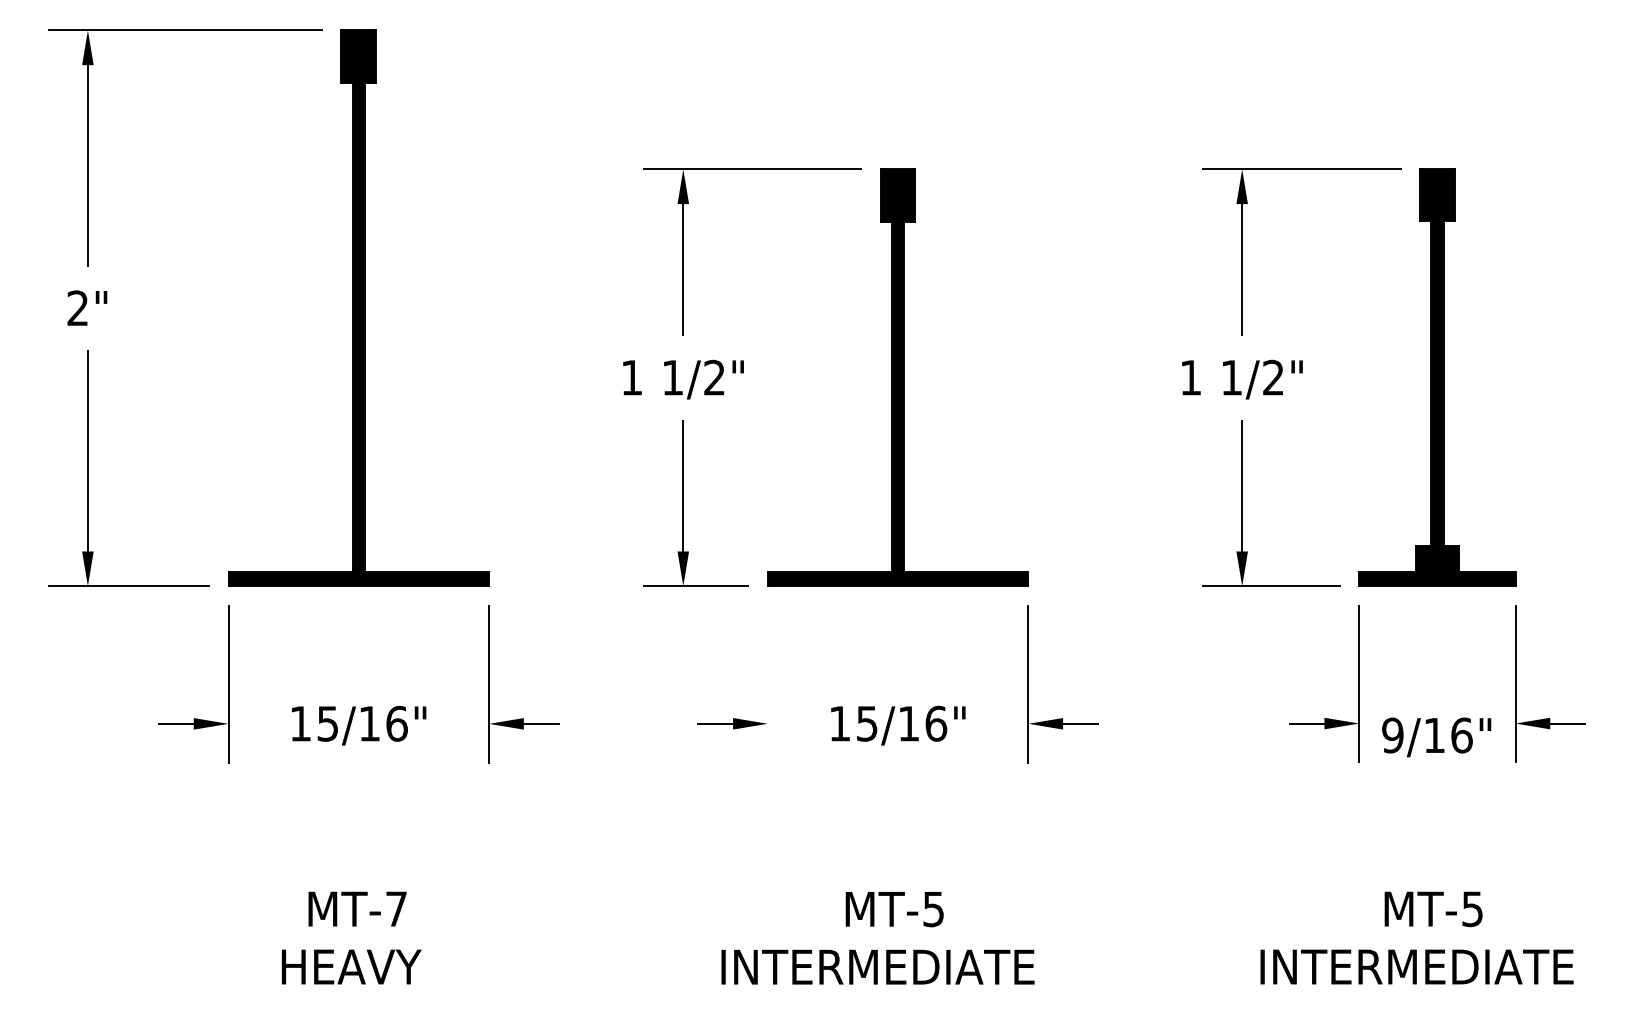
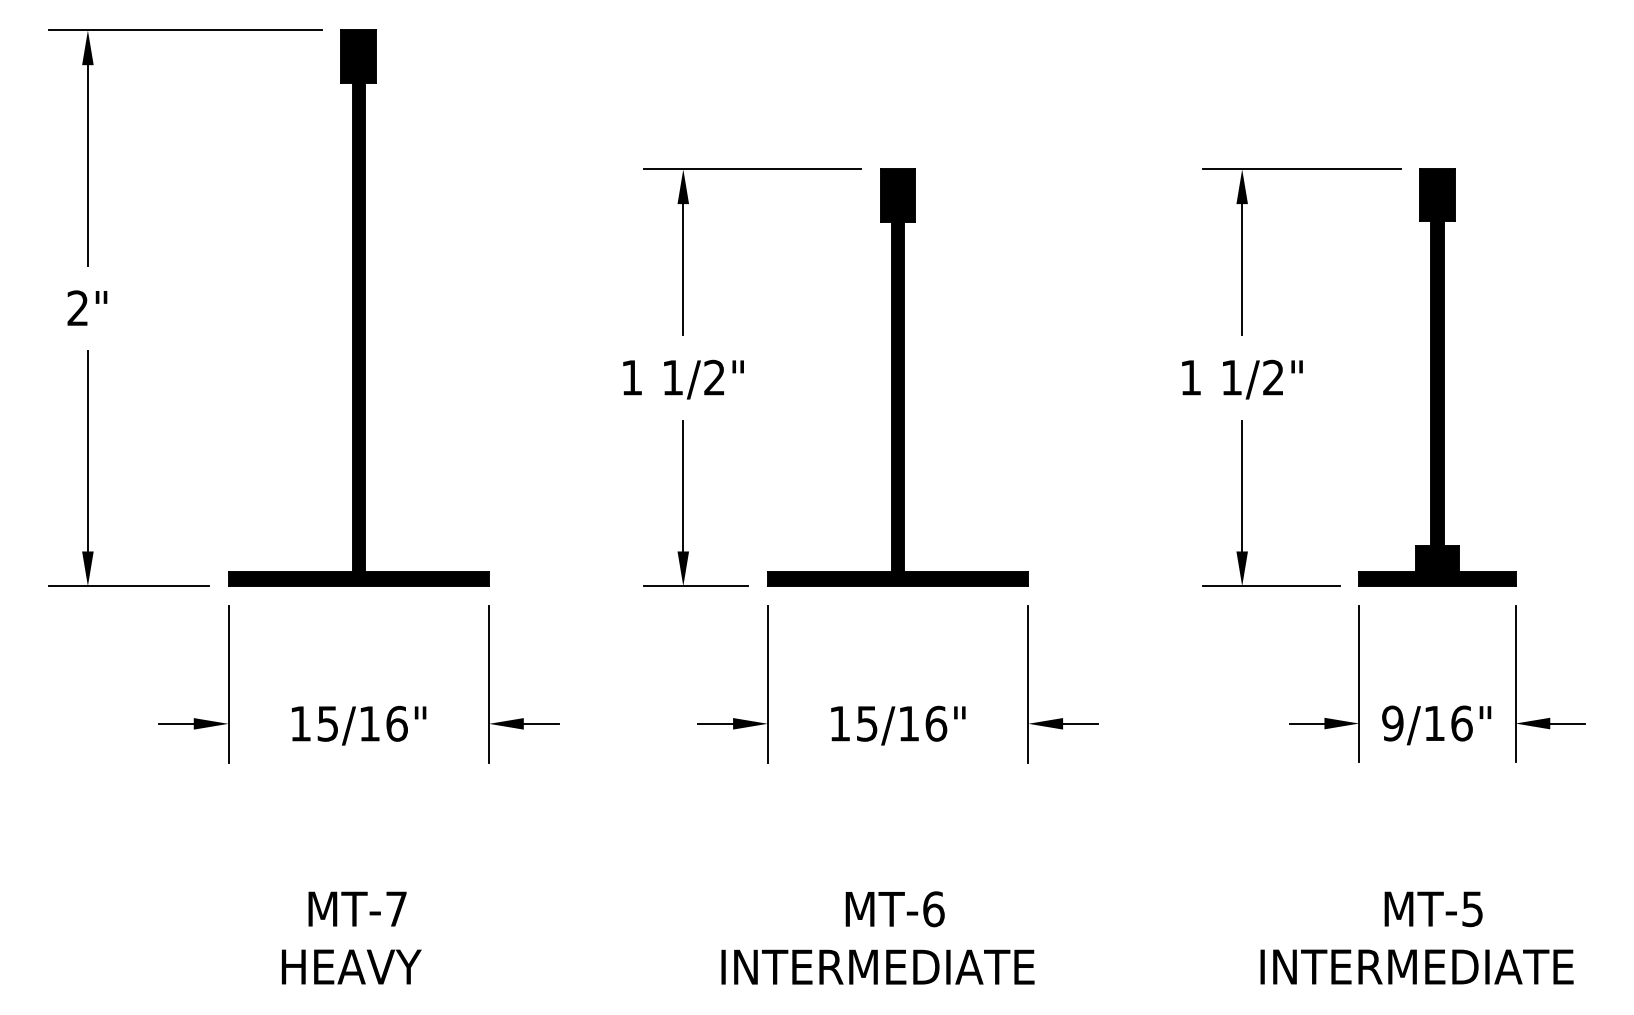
line at (767, 683): none -> present
text at (1436, 737) position: (1436, 737) -> (1436, 725)
text at (933, 909): MT-5 -> MT-6
